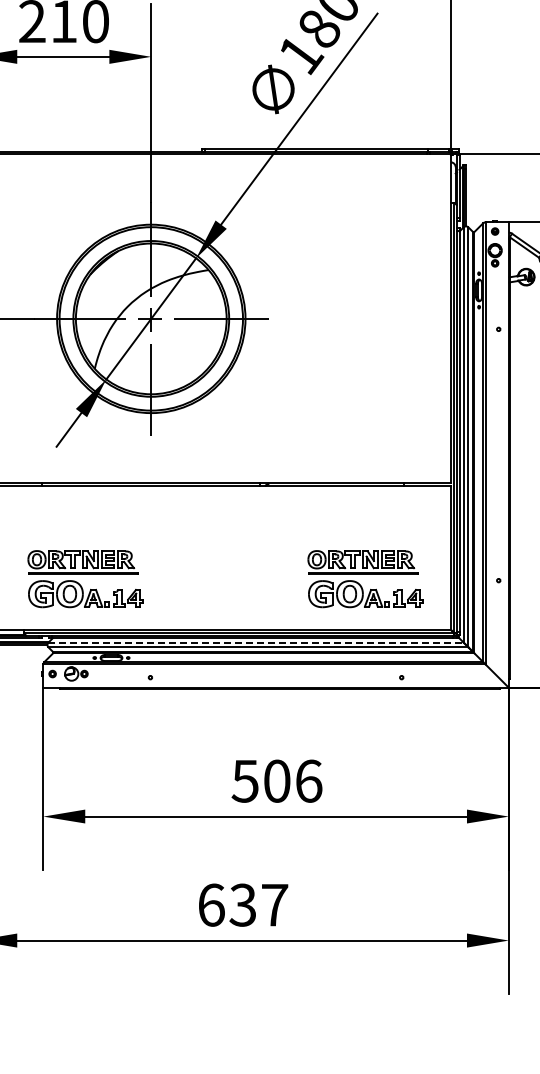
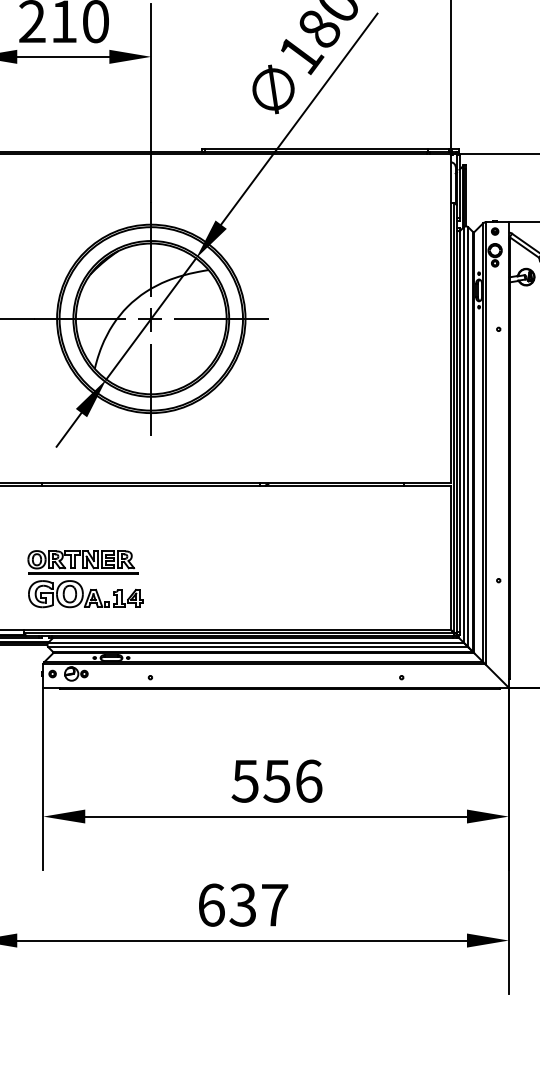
part at (365, 579): present -> none
line at (256, 642): dashed -> solid
text at (276, 780): 506 -> 556
